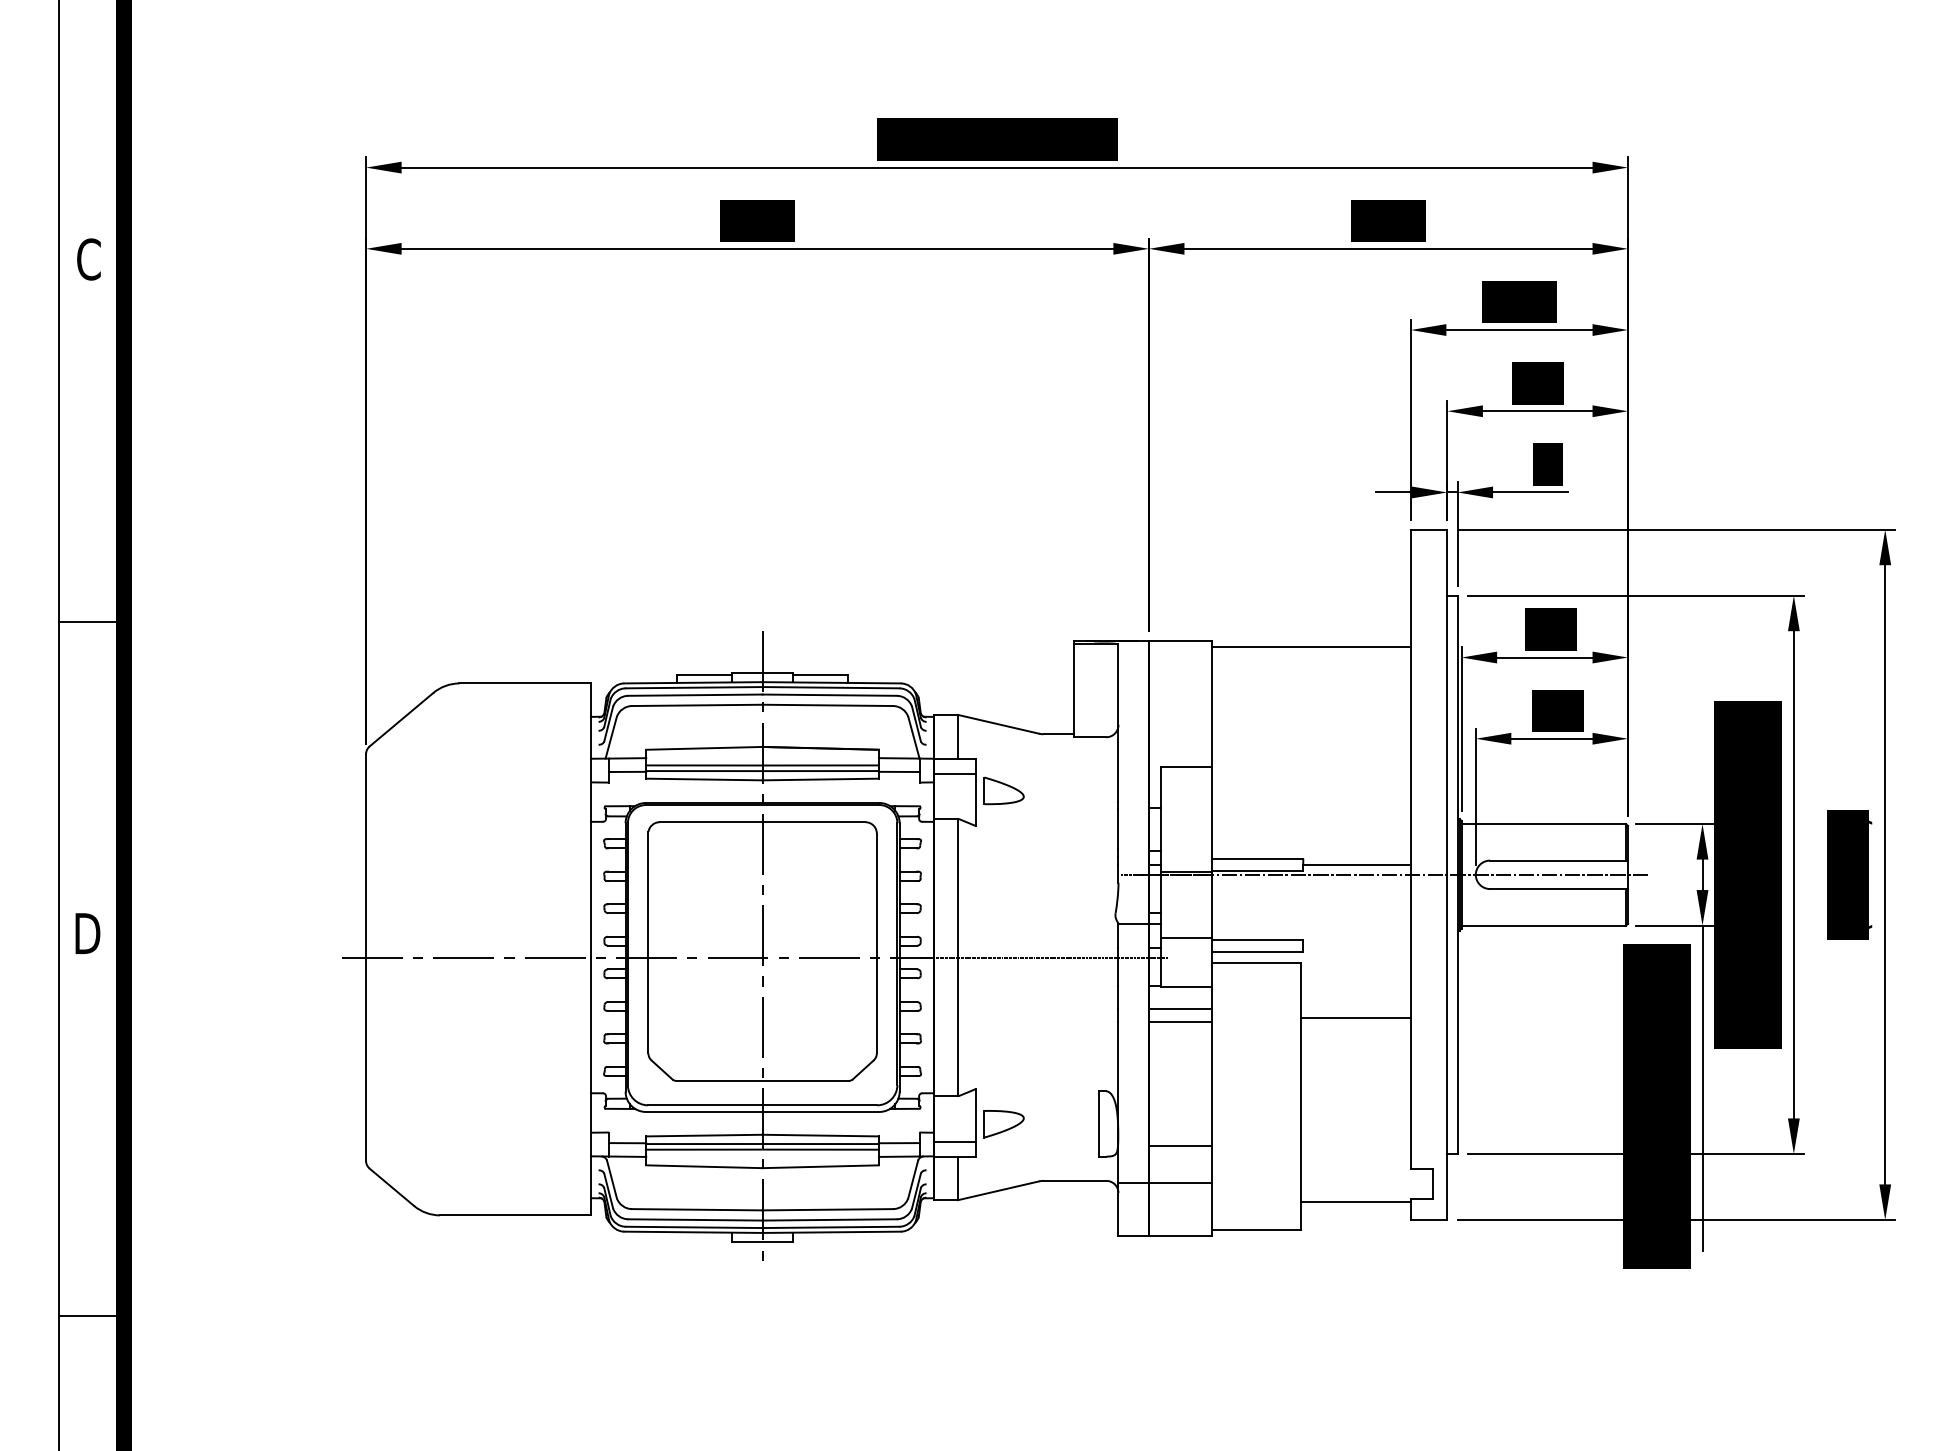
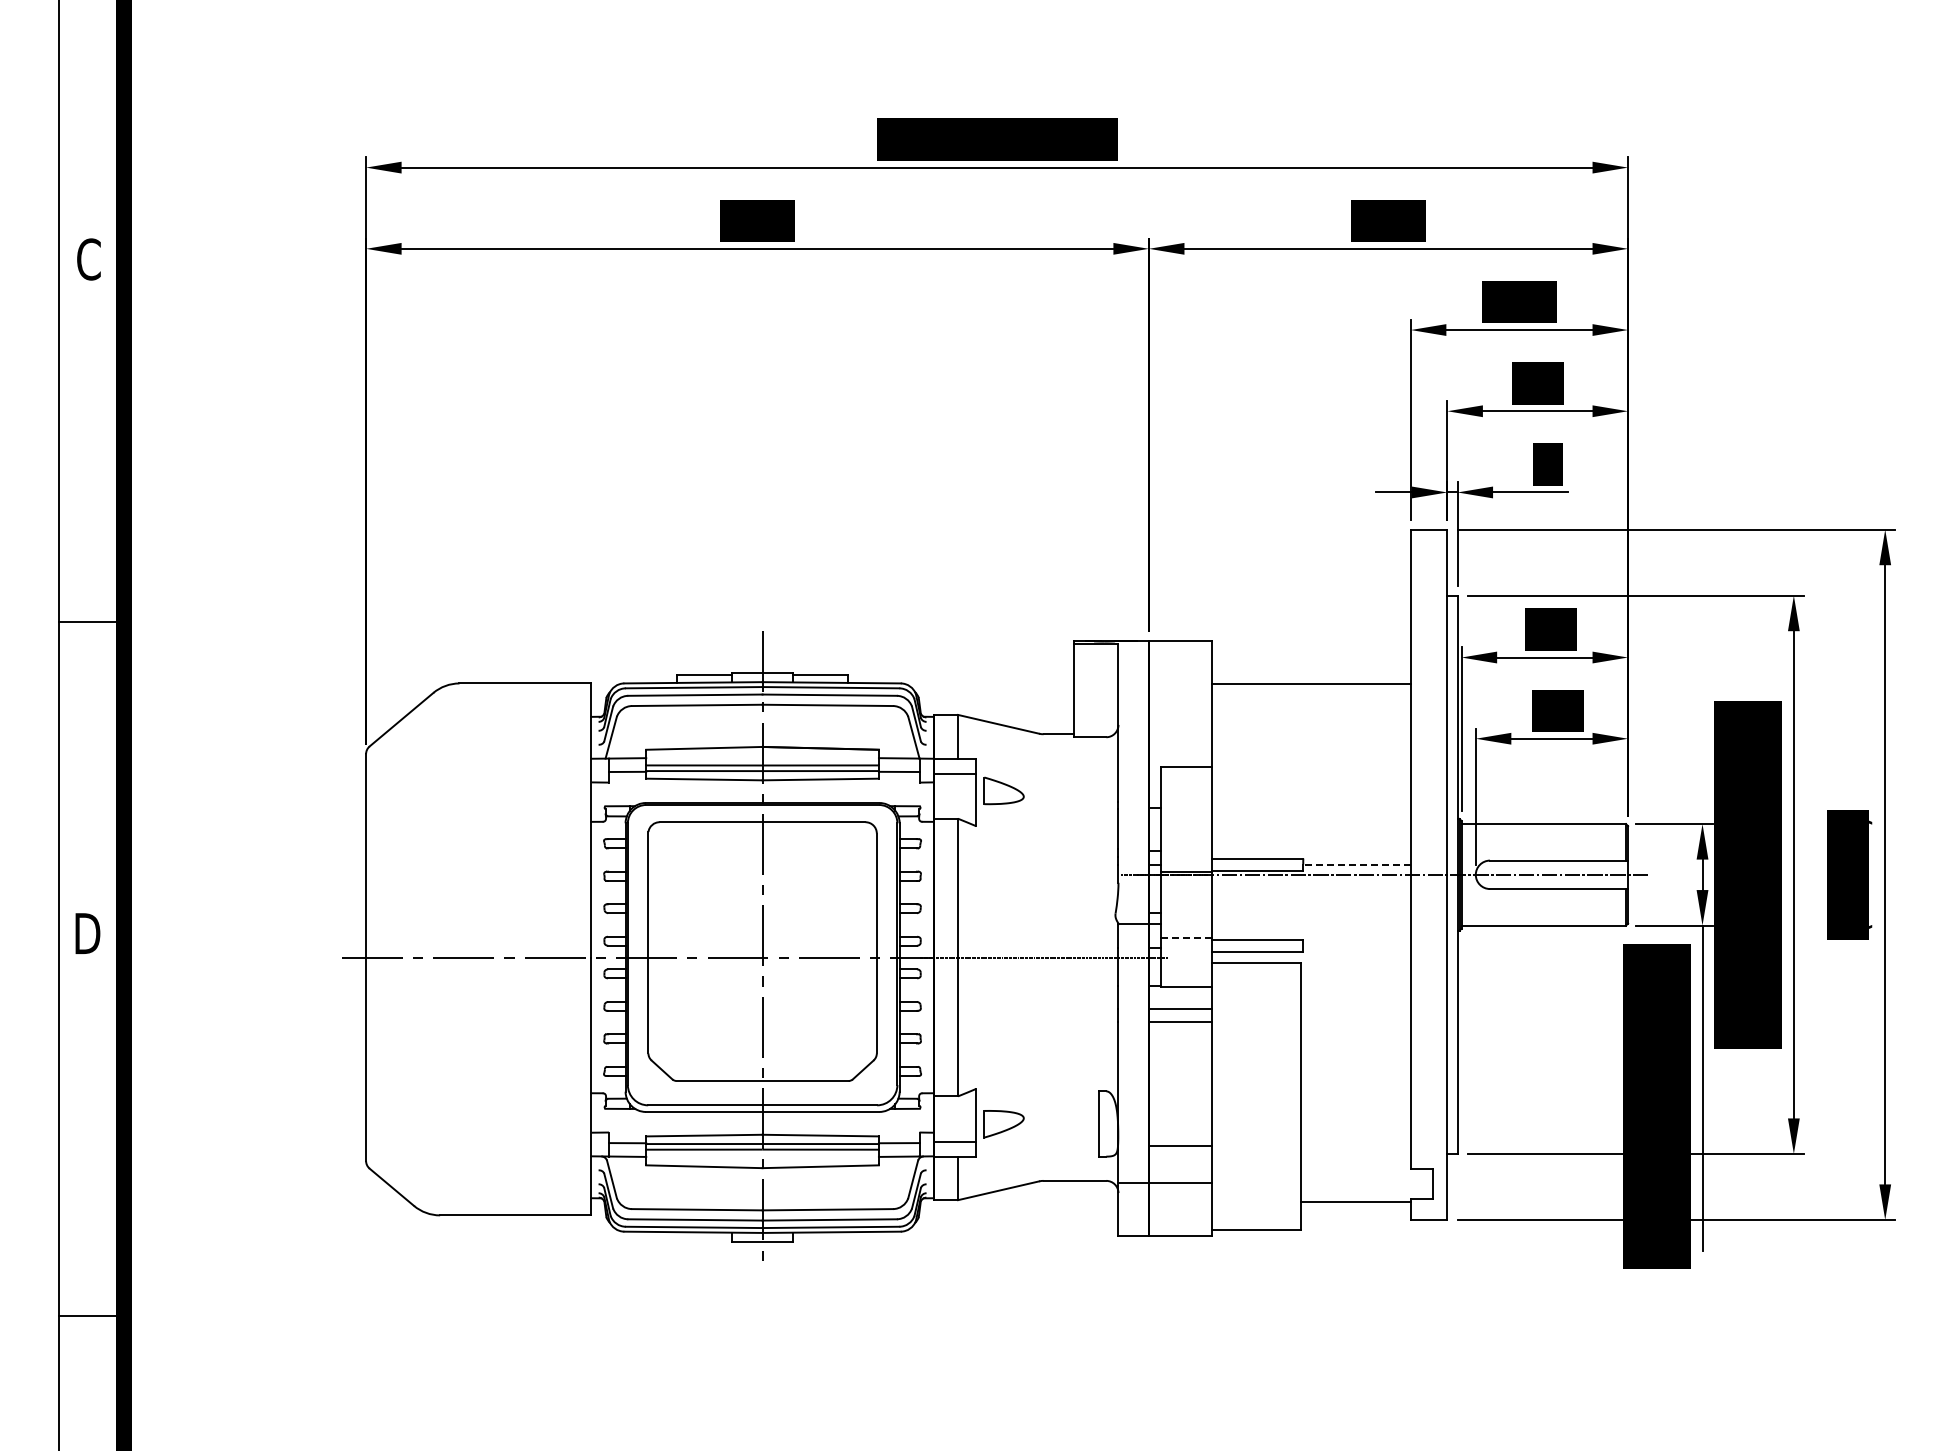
line at (1310, 647) position: (1310, 647) -> (1310, 684)
line at (1357, 864): solid -> dashed
line at (1186, 937): solid -> dashed
line at (1355, 1018): present -> none
